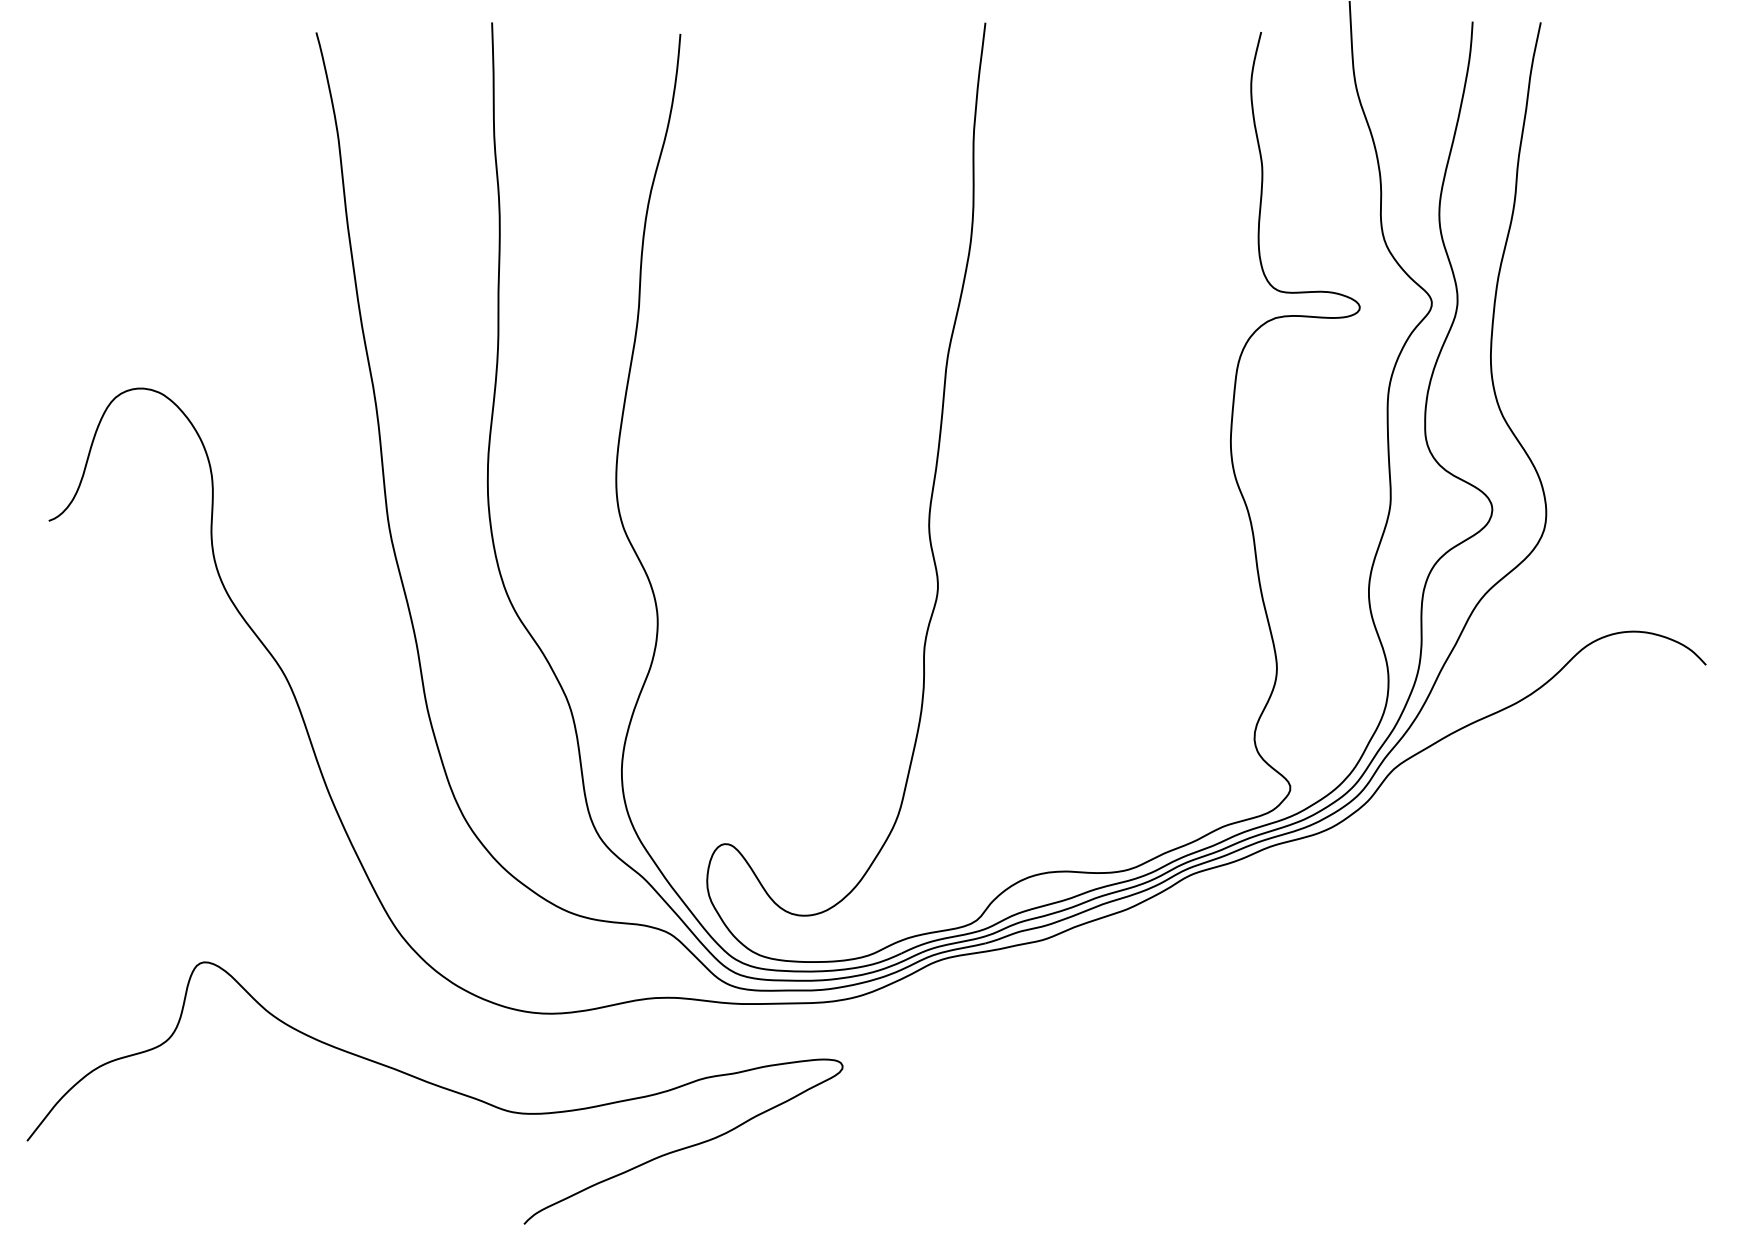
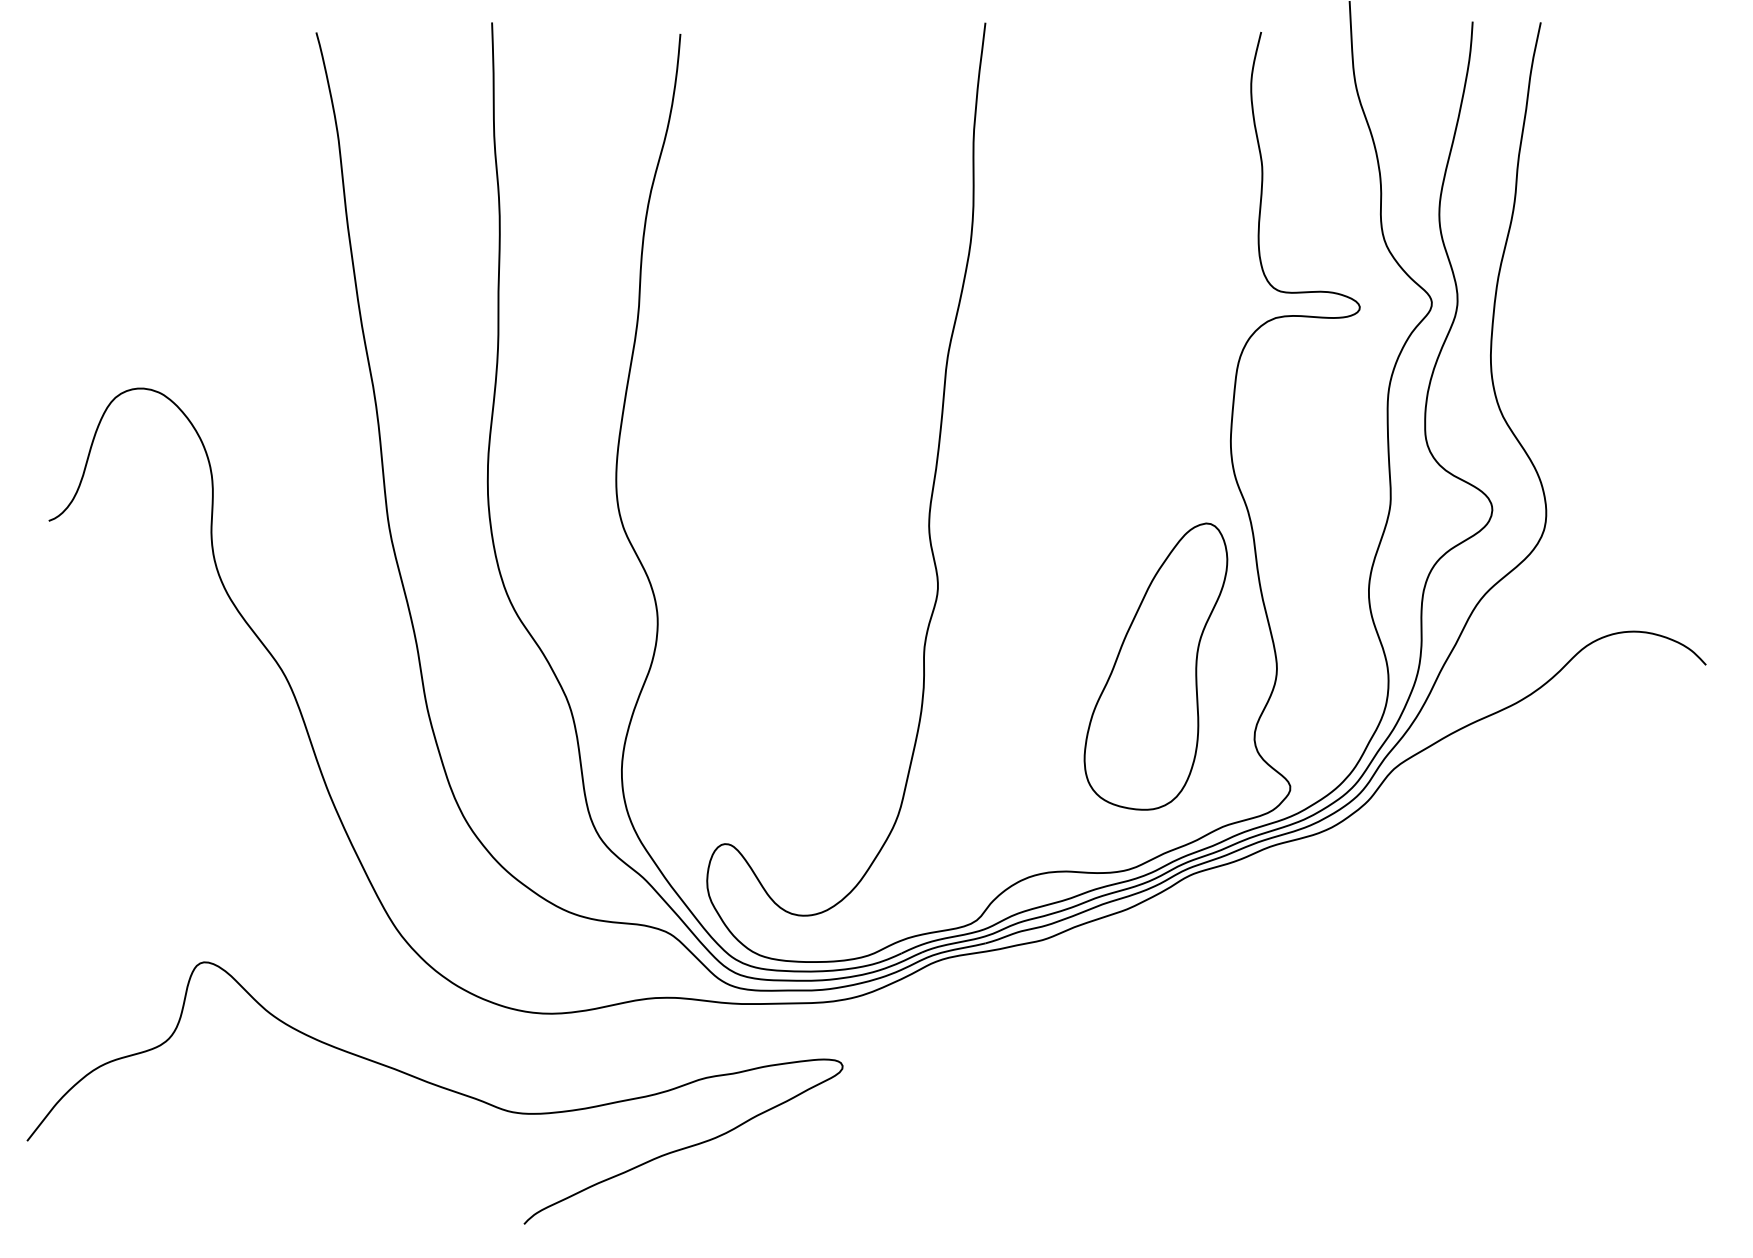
part at (1155, 666): none -> present
